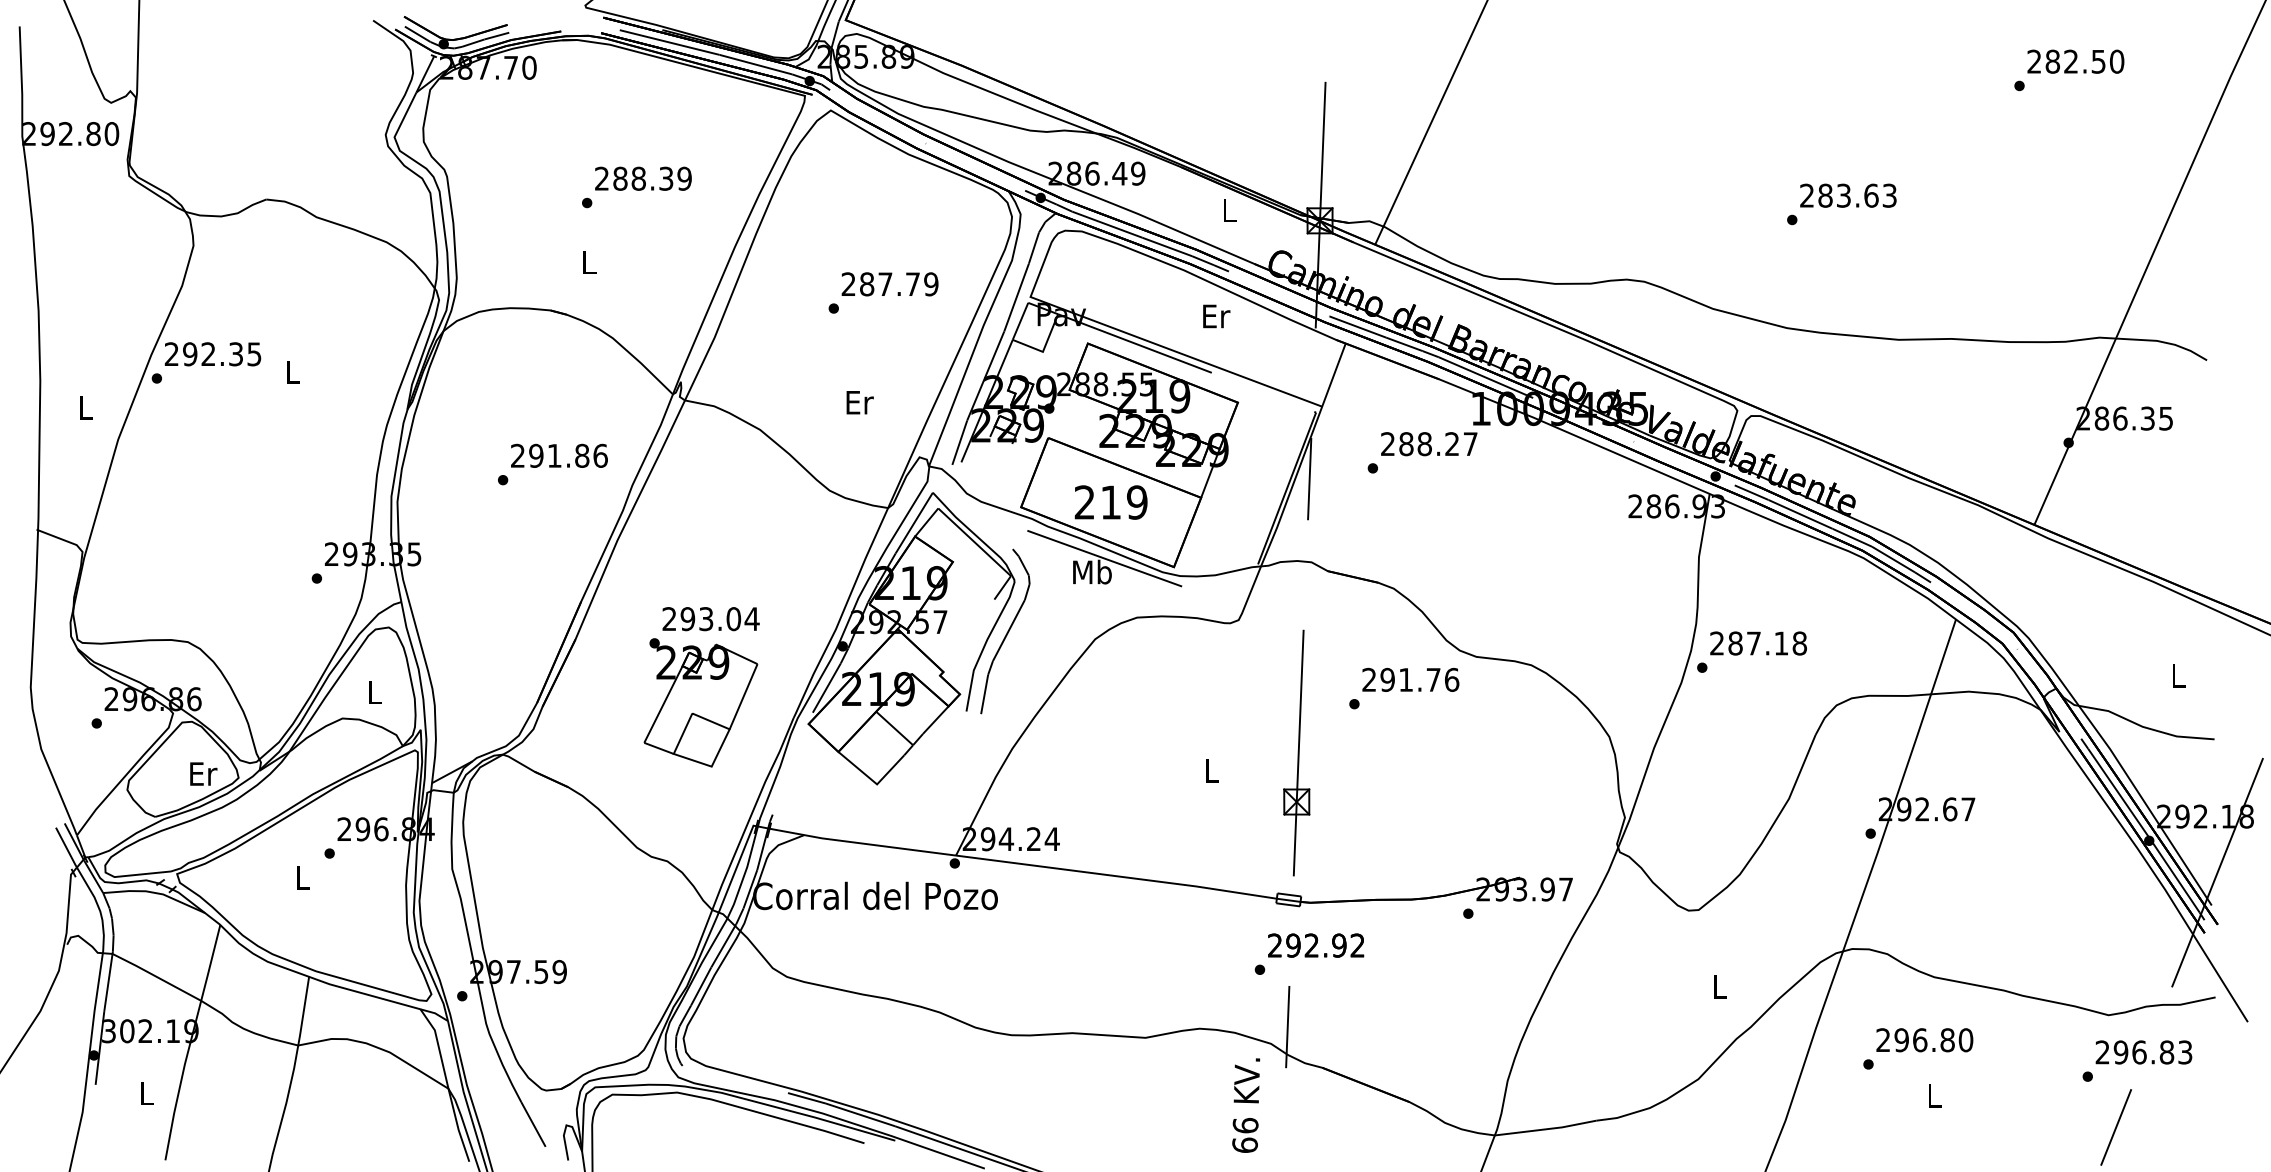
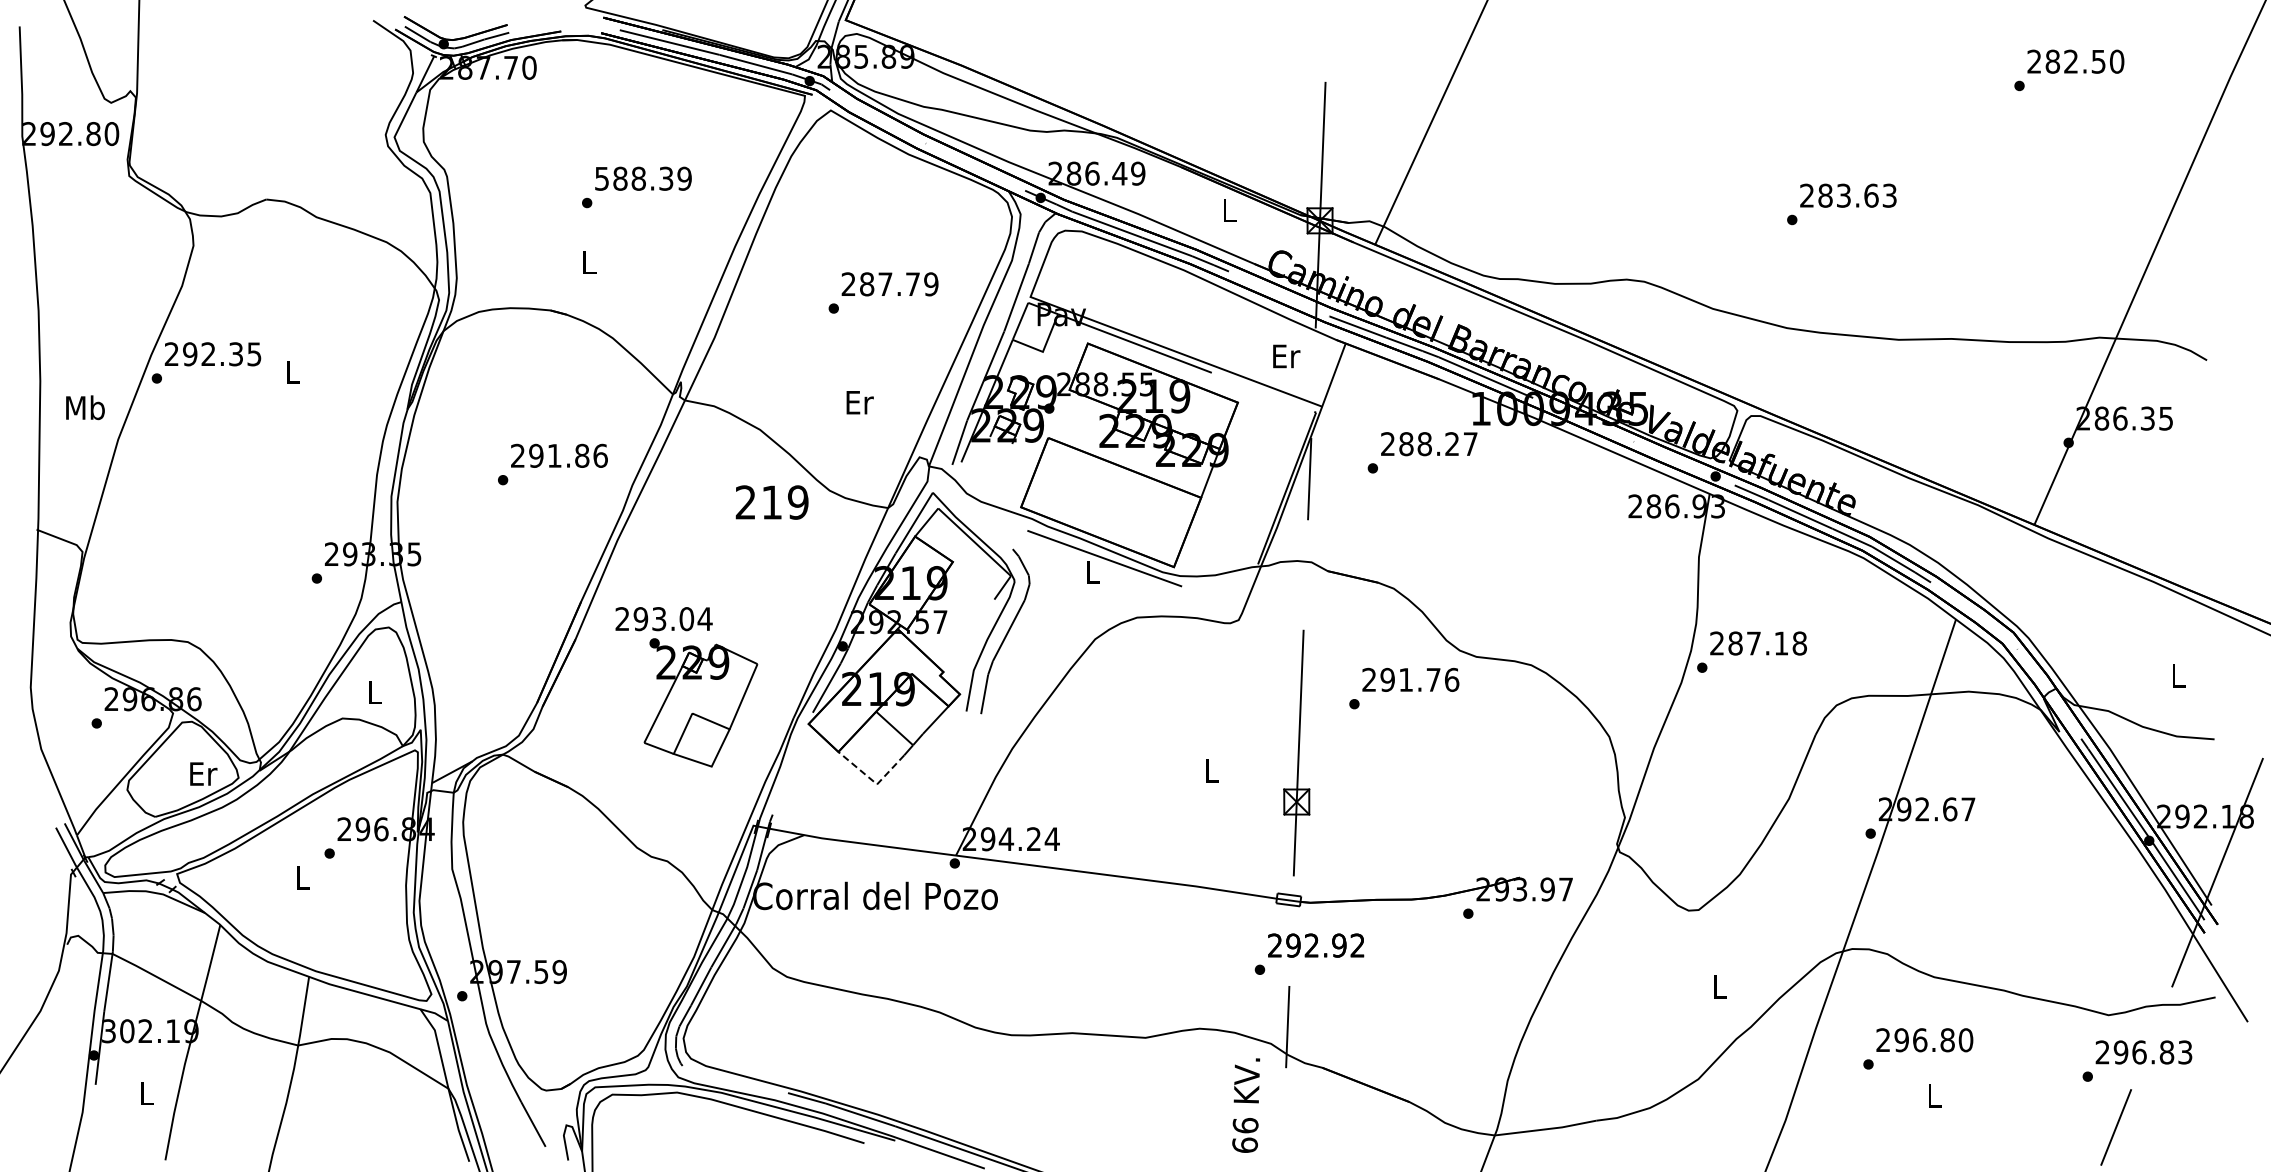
text at (601, 178): 288.39 -> 588.39
text at (1216, 316) position: (1216, 316) -> (1286, 356)
text at (85, 407): L -> Mb
text at (1110, 502) position: (1110, 502) -> (771, 502)
text at (1092, 571): Mb -> L
text at (710, 619) position: (710, 619) -> (663, 619)
line at (873, 781): solid -> dashed
